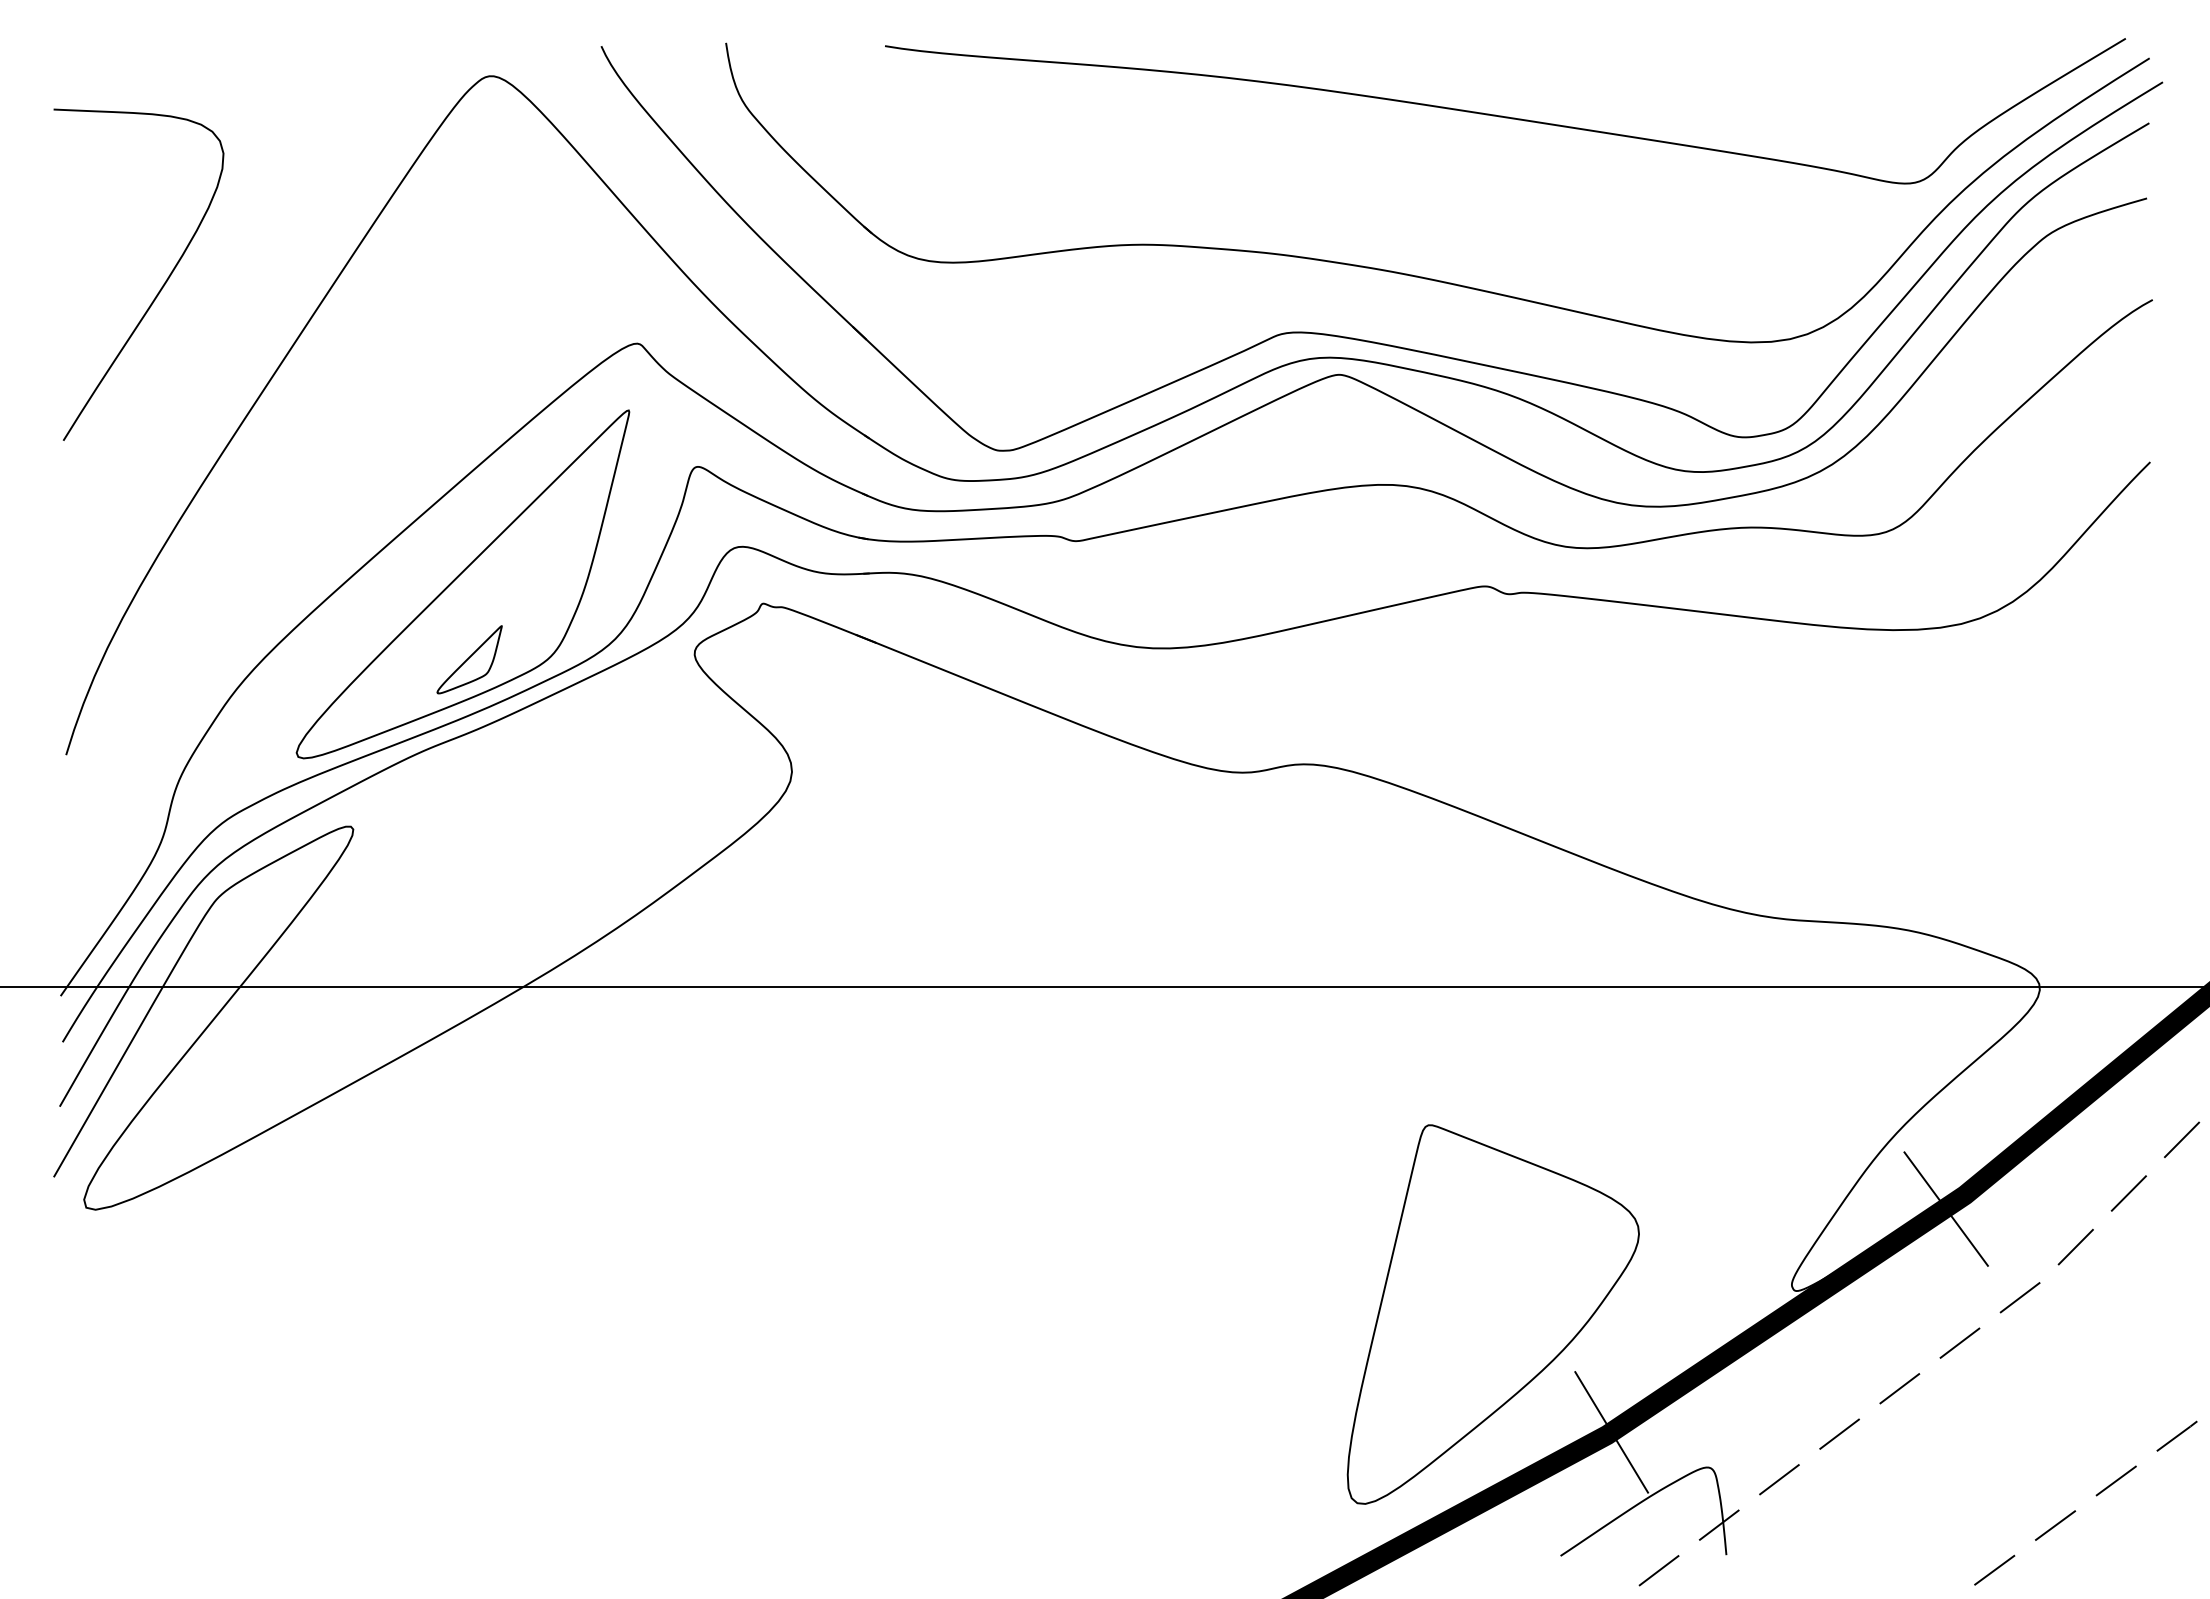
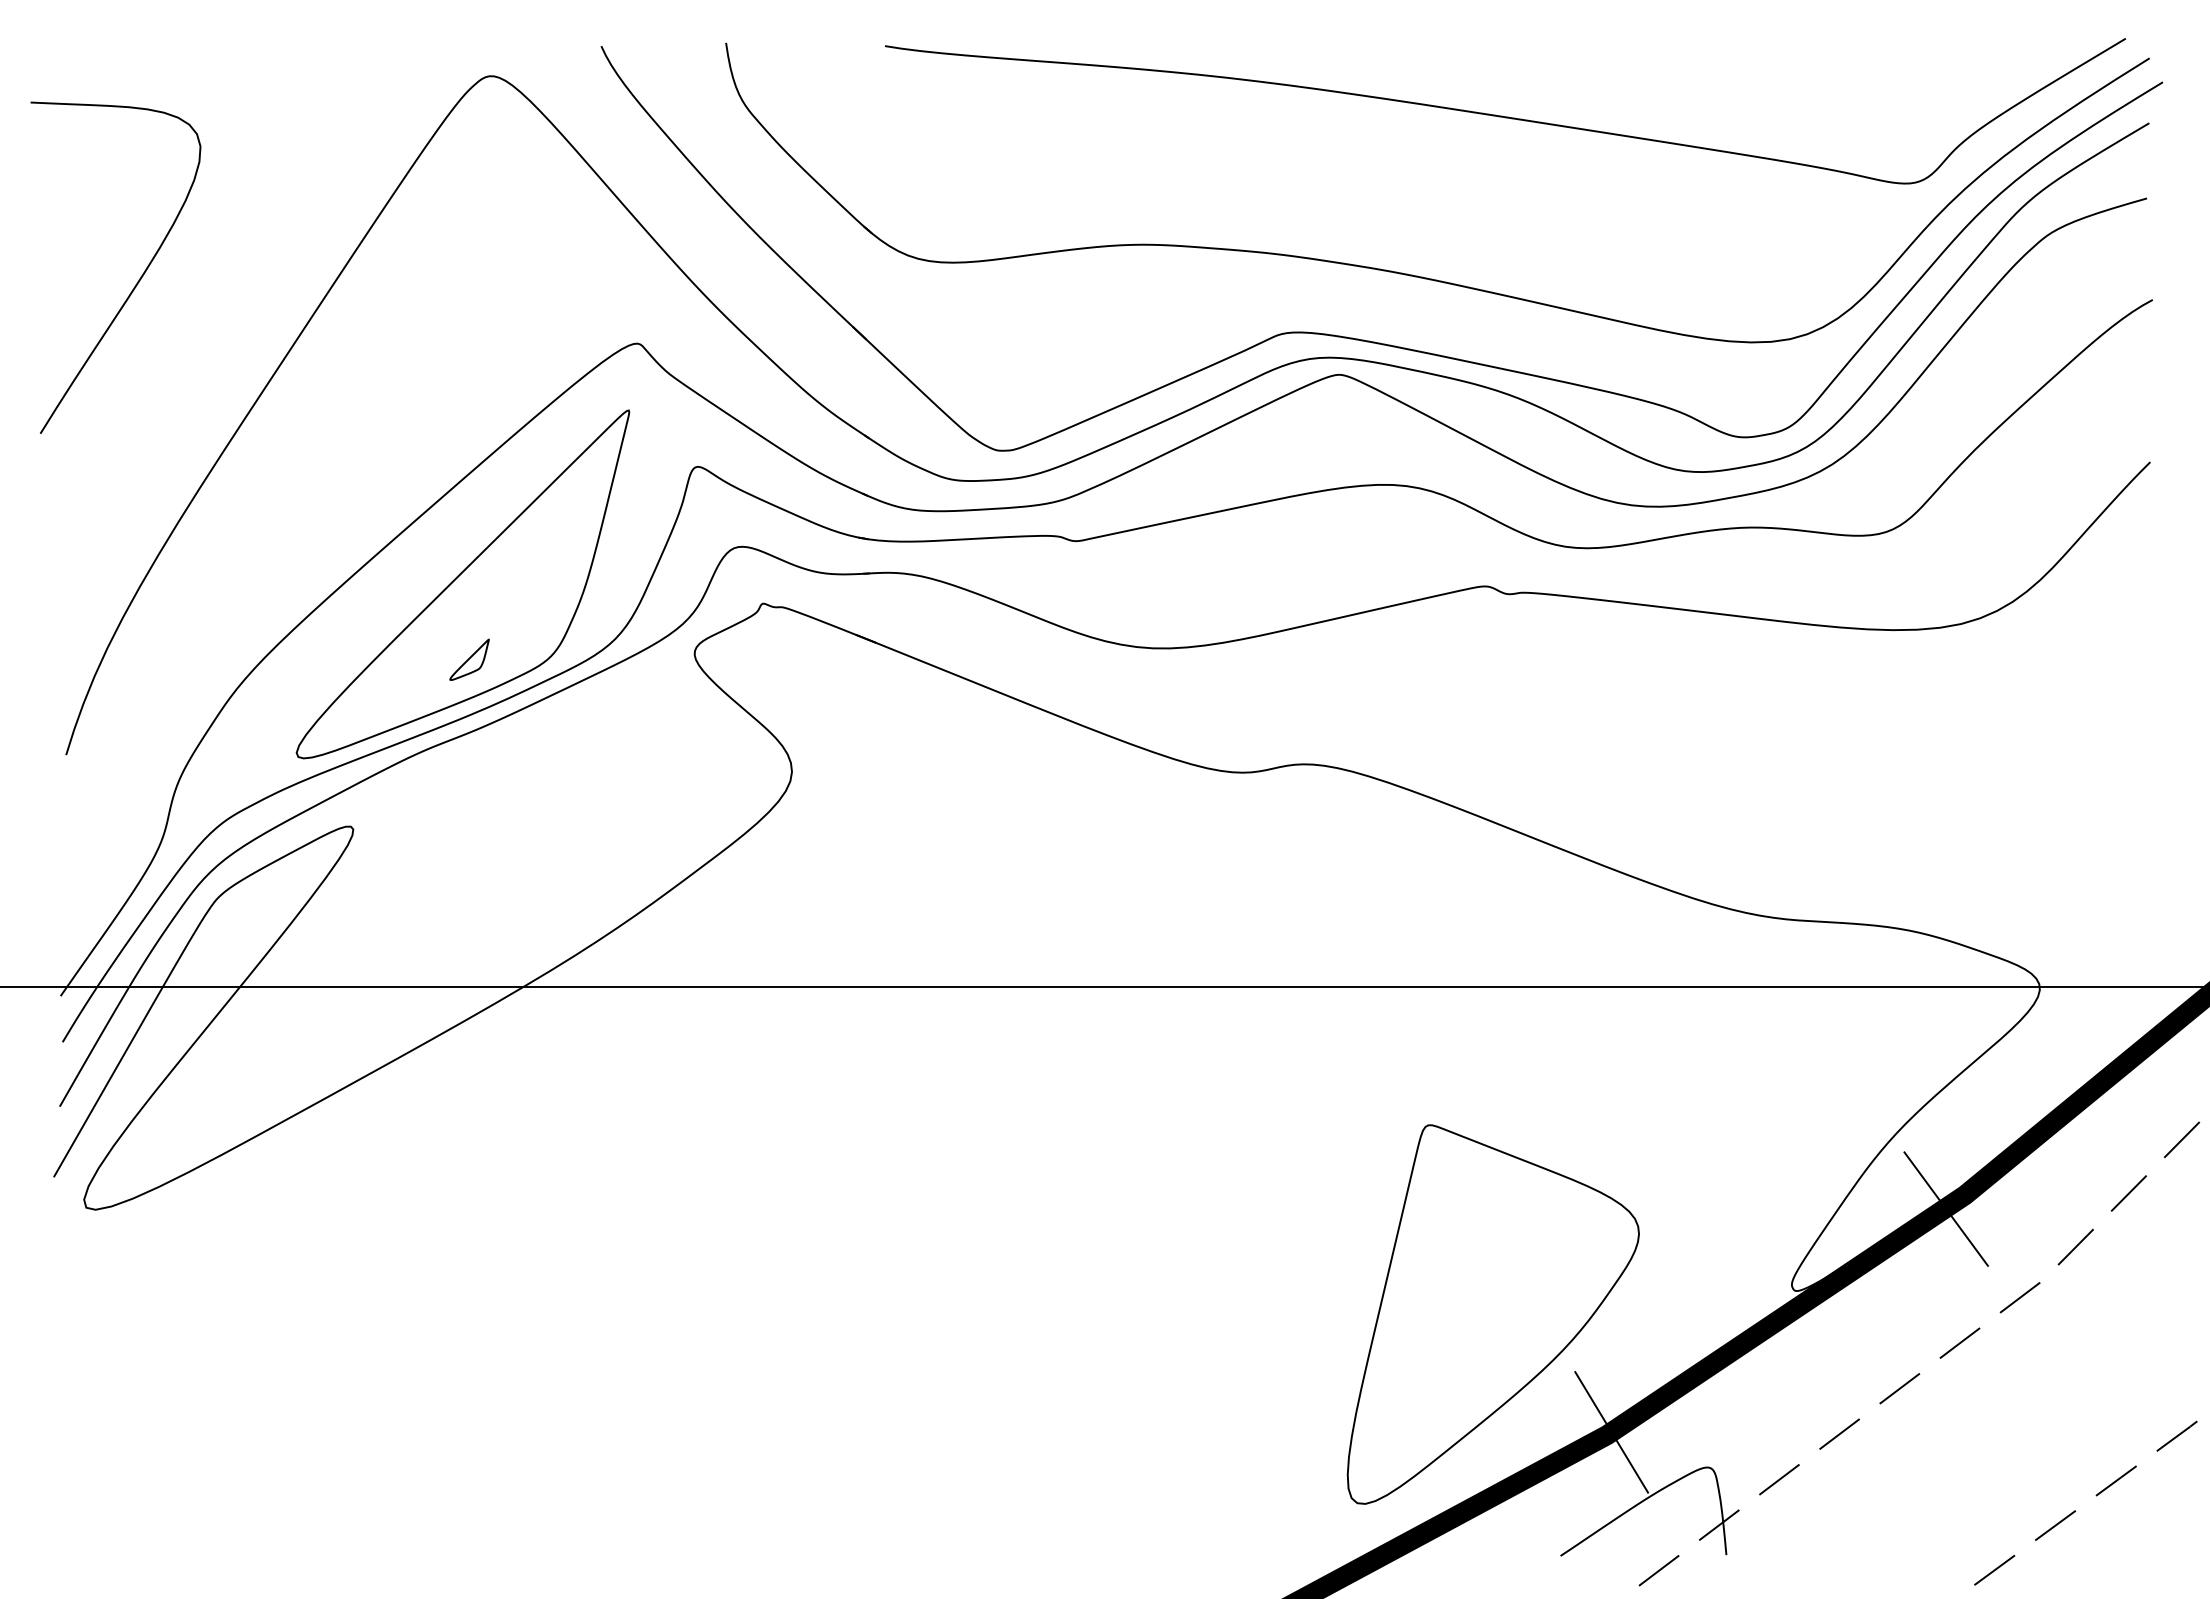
curve at (160, 288) position: (160, 288) -> (137, 281)
part at (469, 659) size: 67x70 px -> 41x43 px
